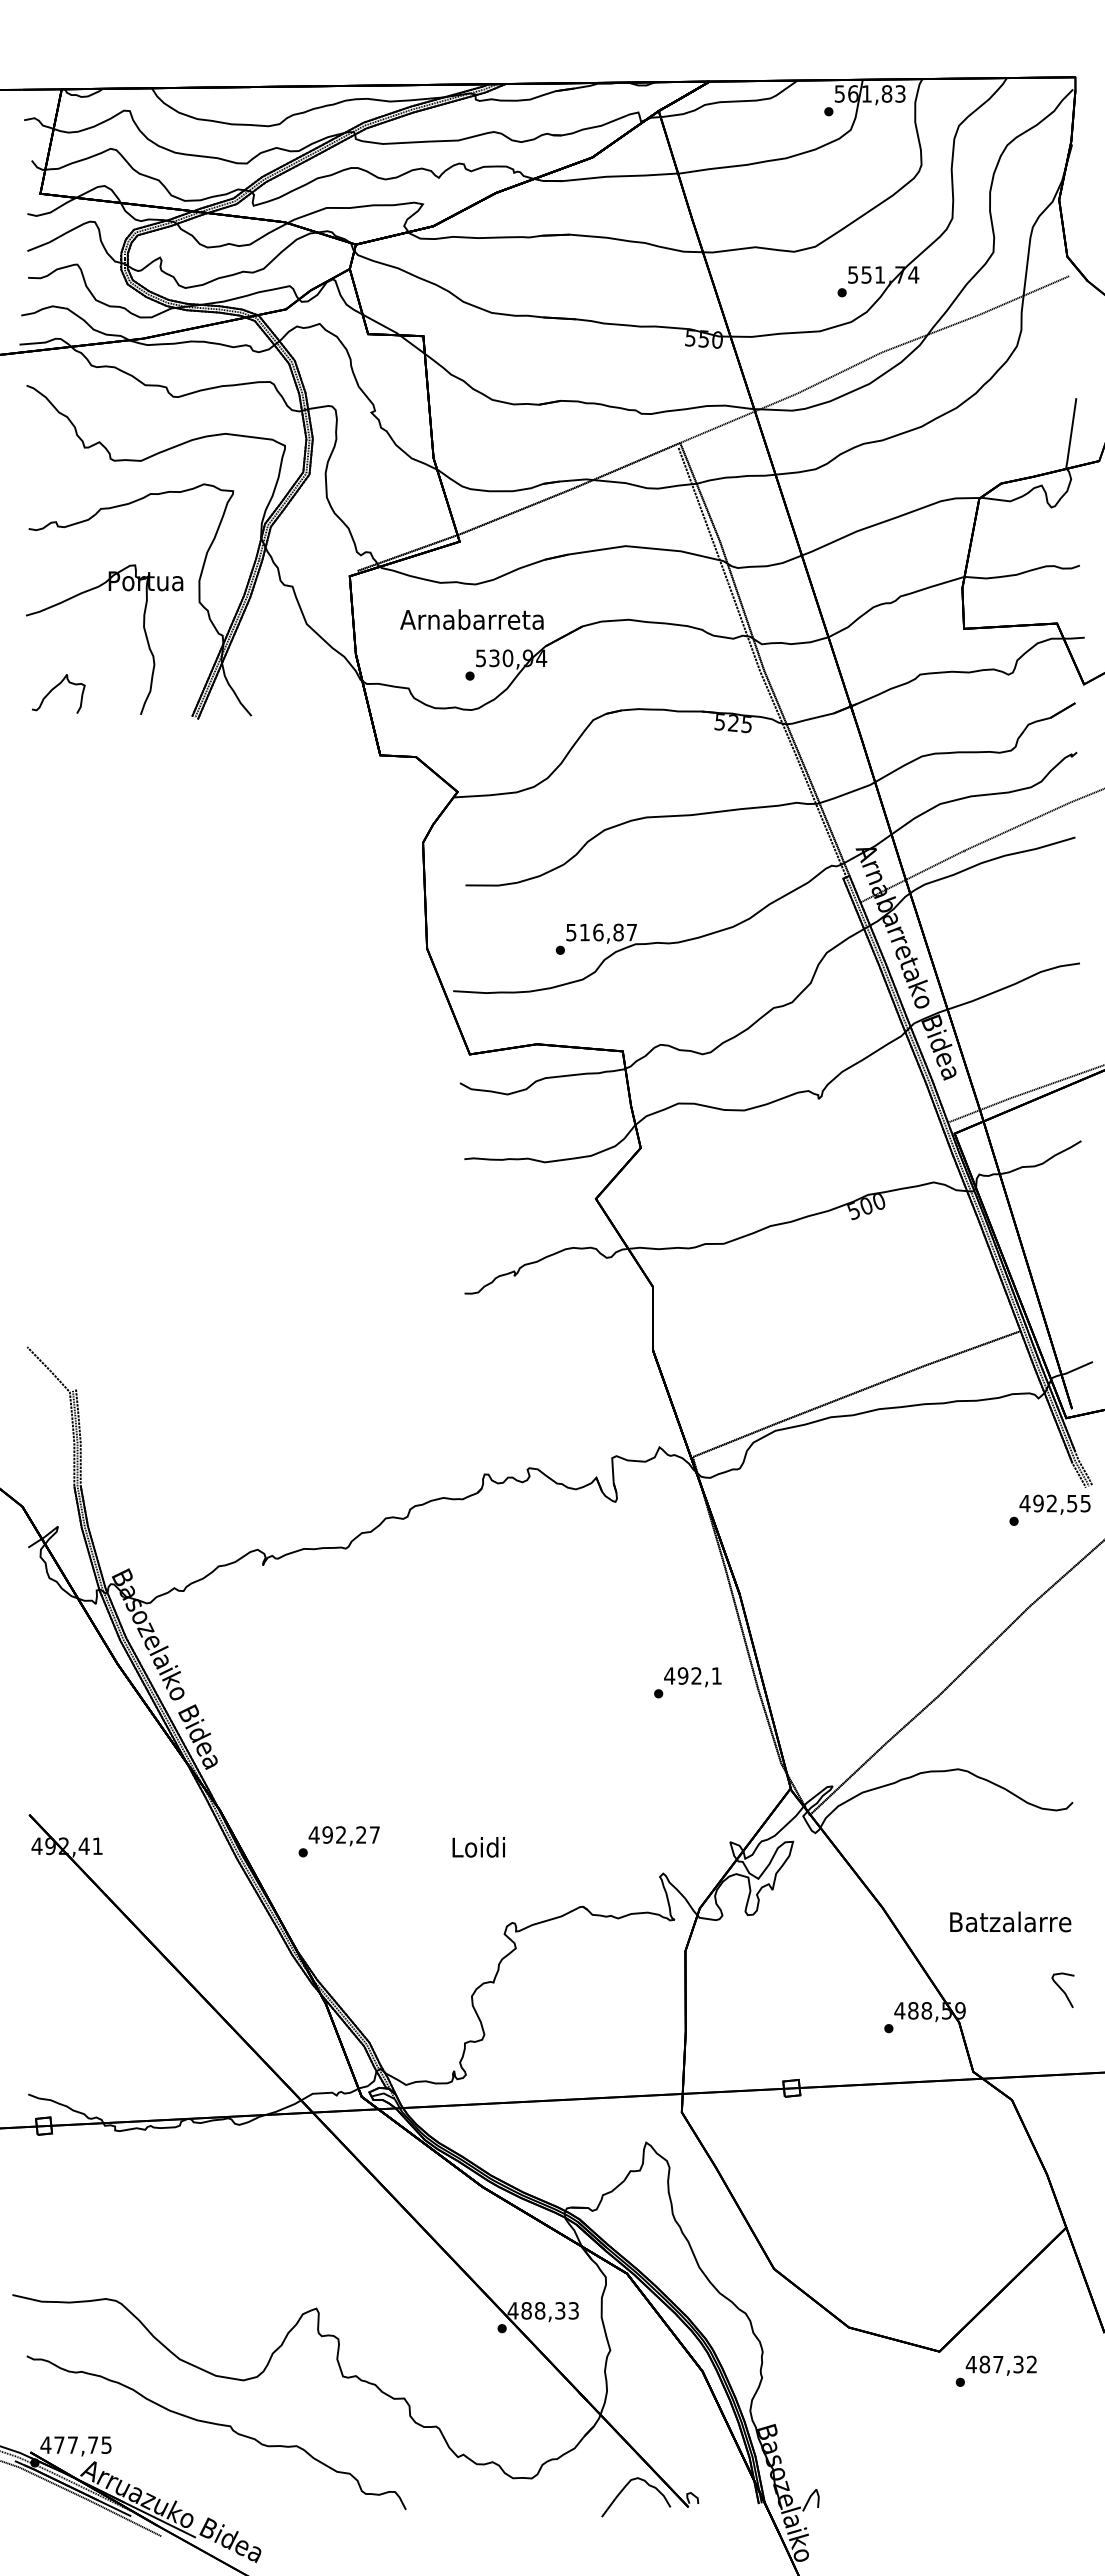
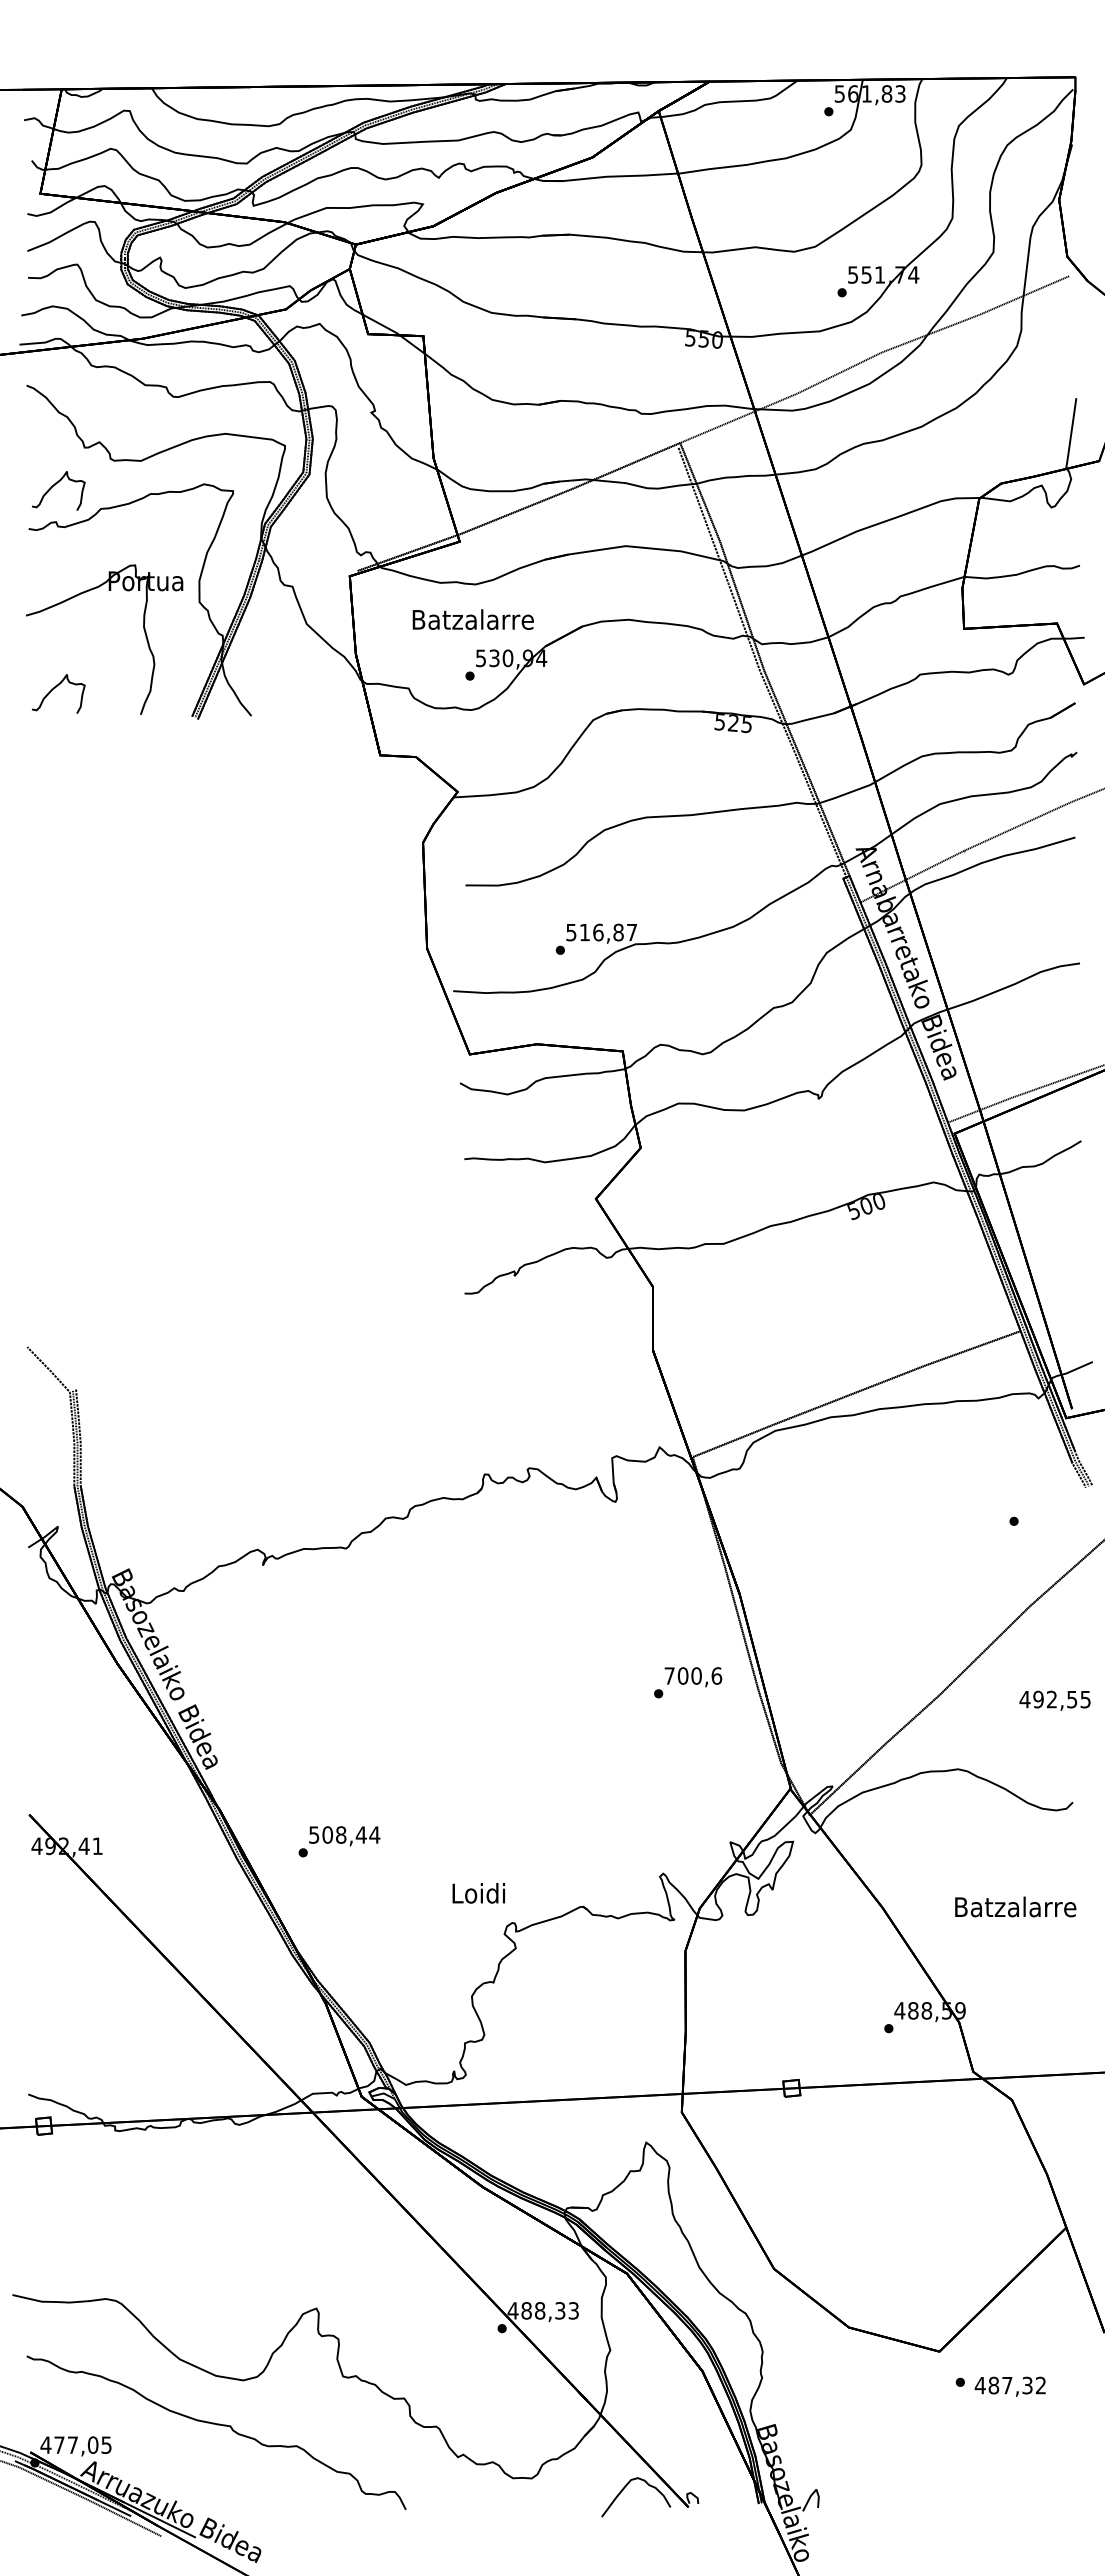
curve at (54, 486): none -> present
text at (471, 619): Arnabarreta -> Batzalarre
text at (1054, 1504) position: (1054, 1504) -> (1054, 1700)
text at (693, 1675): 492,1 -> 700,6
text at (344, 1834): 492,27 -> 508,44
text at (478, 1847) position: (478, 1847) -> (478, 1893)
text at (1010, 1921) position: (1010, 1921) -> (1015, 1906)
curve at (1062, 1989): present -> none
text at (1000, 2365) position: (1000, 2365) -> (1009, 2386)
text at (92, 2444): 477,75 -> 477,05
